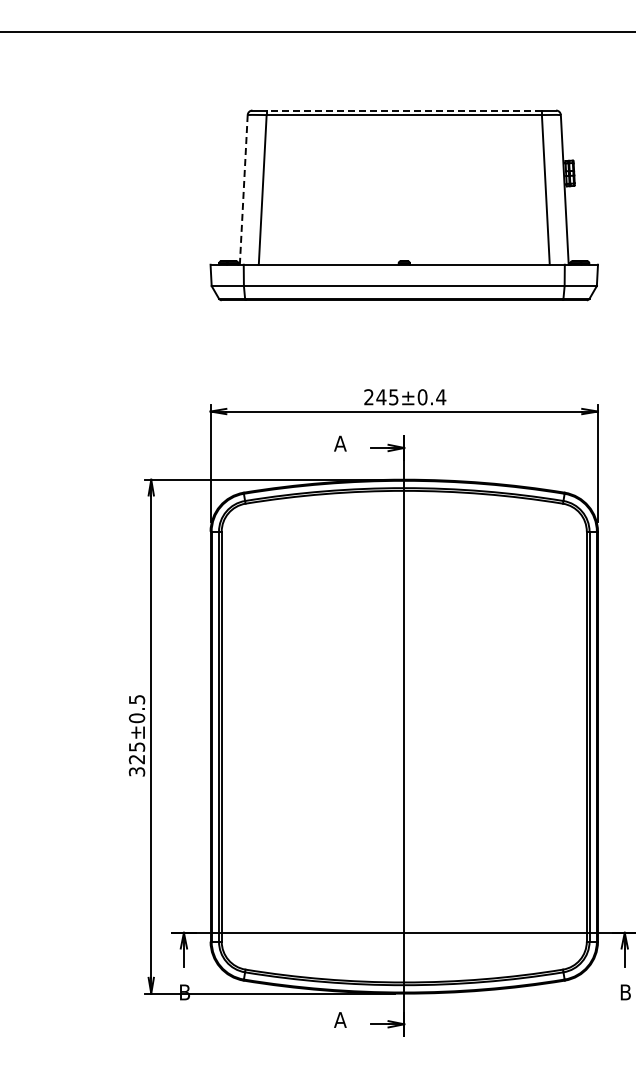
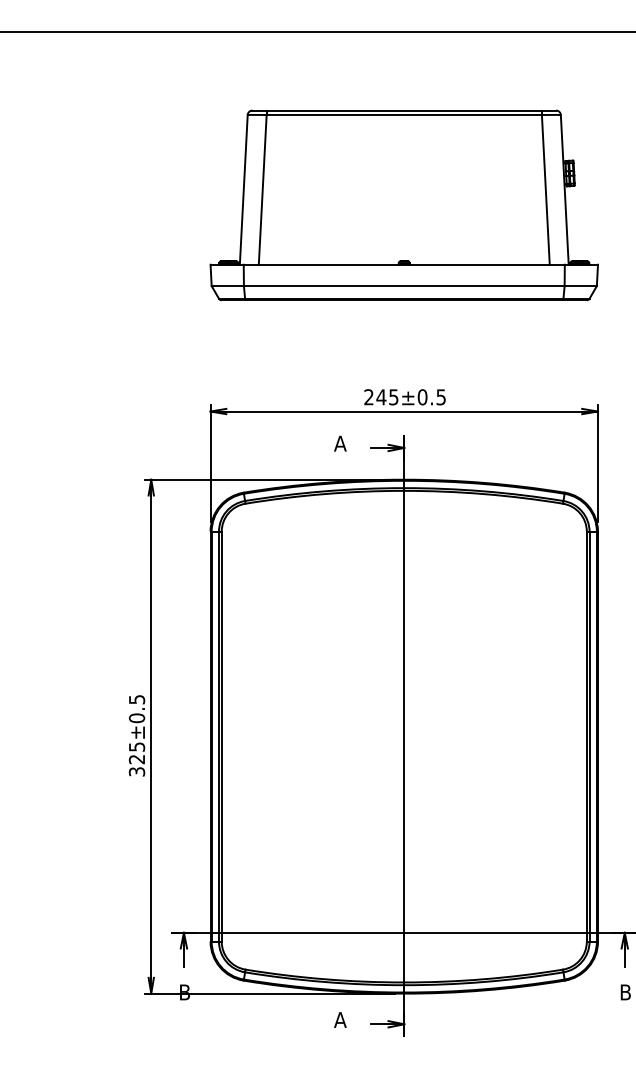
line at (404, 110): dashed -> solid
line at (243, 189): dashed -> solid
text at (441, 397): 245±0.4 -> 245±0.5
